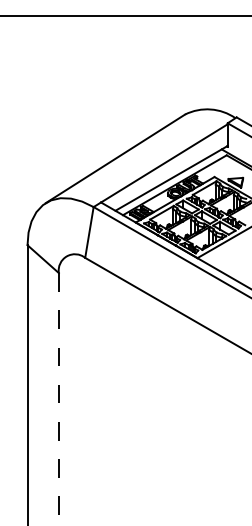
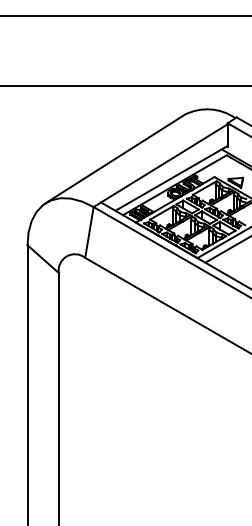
line at (125, 85): none -> present
line at (226, 249): none -> present
line at (58, 399): dashed -> solid
